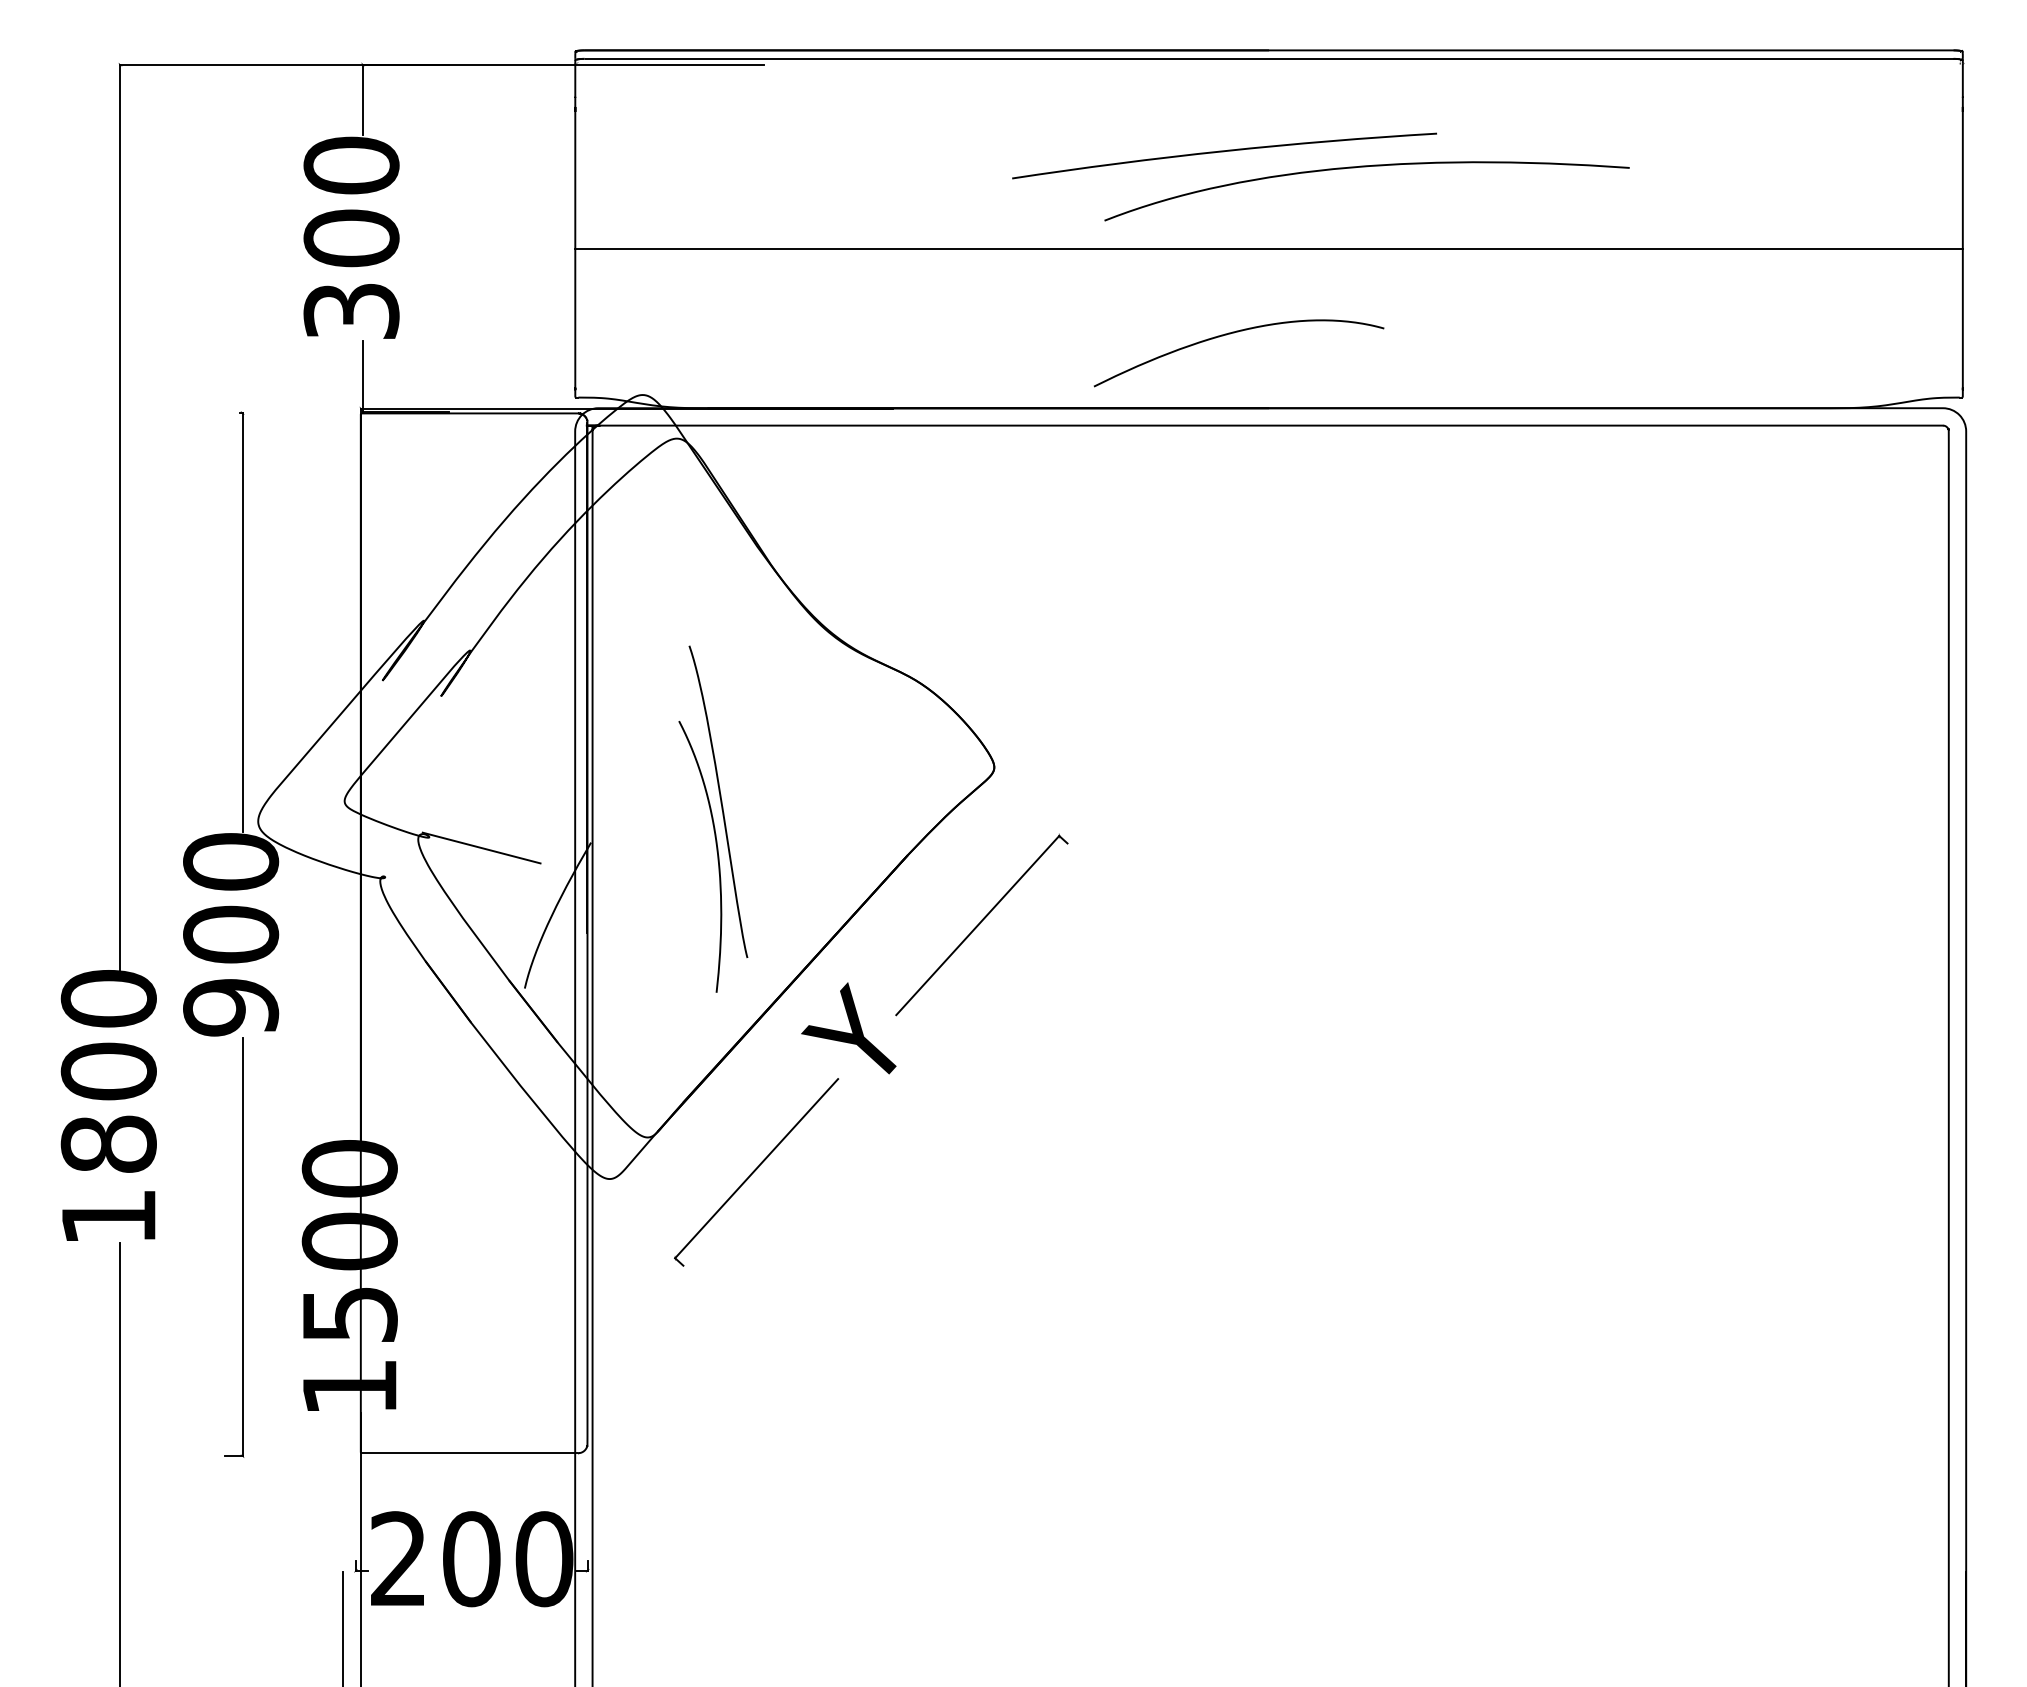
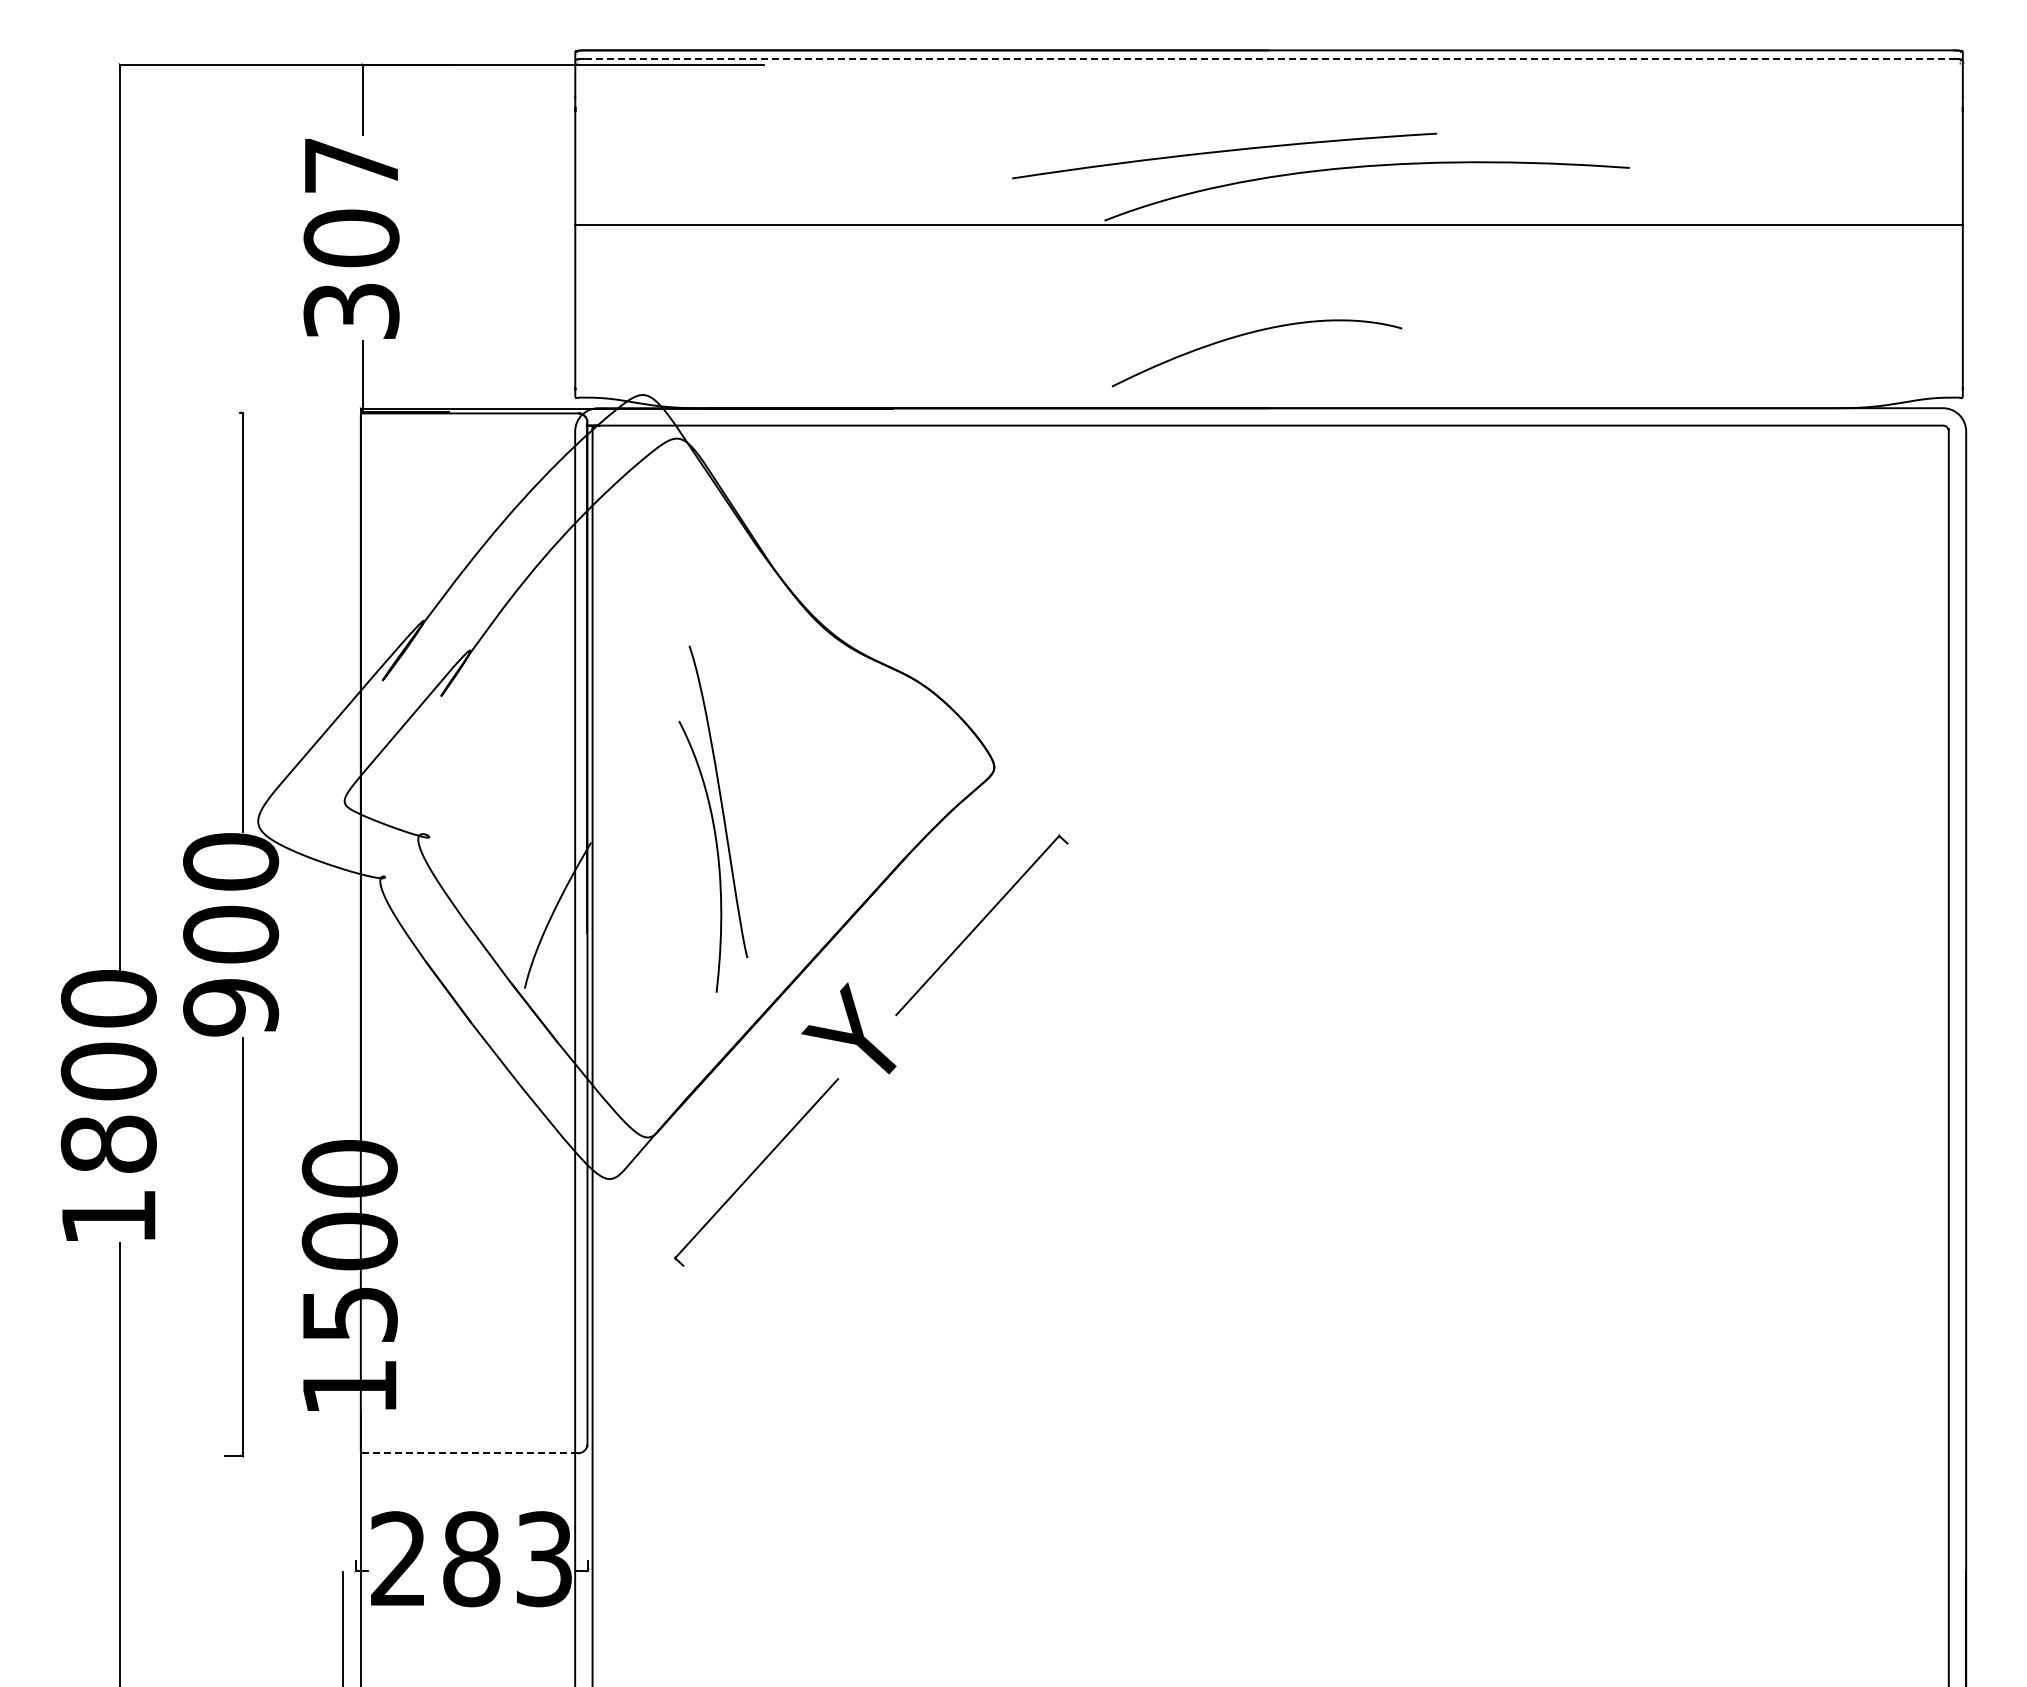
line at (1269, 58): solid -> dashed
text at (351, 165): 300 -> 307
line at (1268, 249) position: (1268, 249) -> (1268, 225)
curve at (1234, 333) position: (1234, 333) -> (1252, 333)
line at (481, 847): present -> none
line at (468, 1453): solid -> dashed
text at (508, 1559): 200 -> 283
